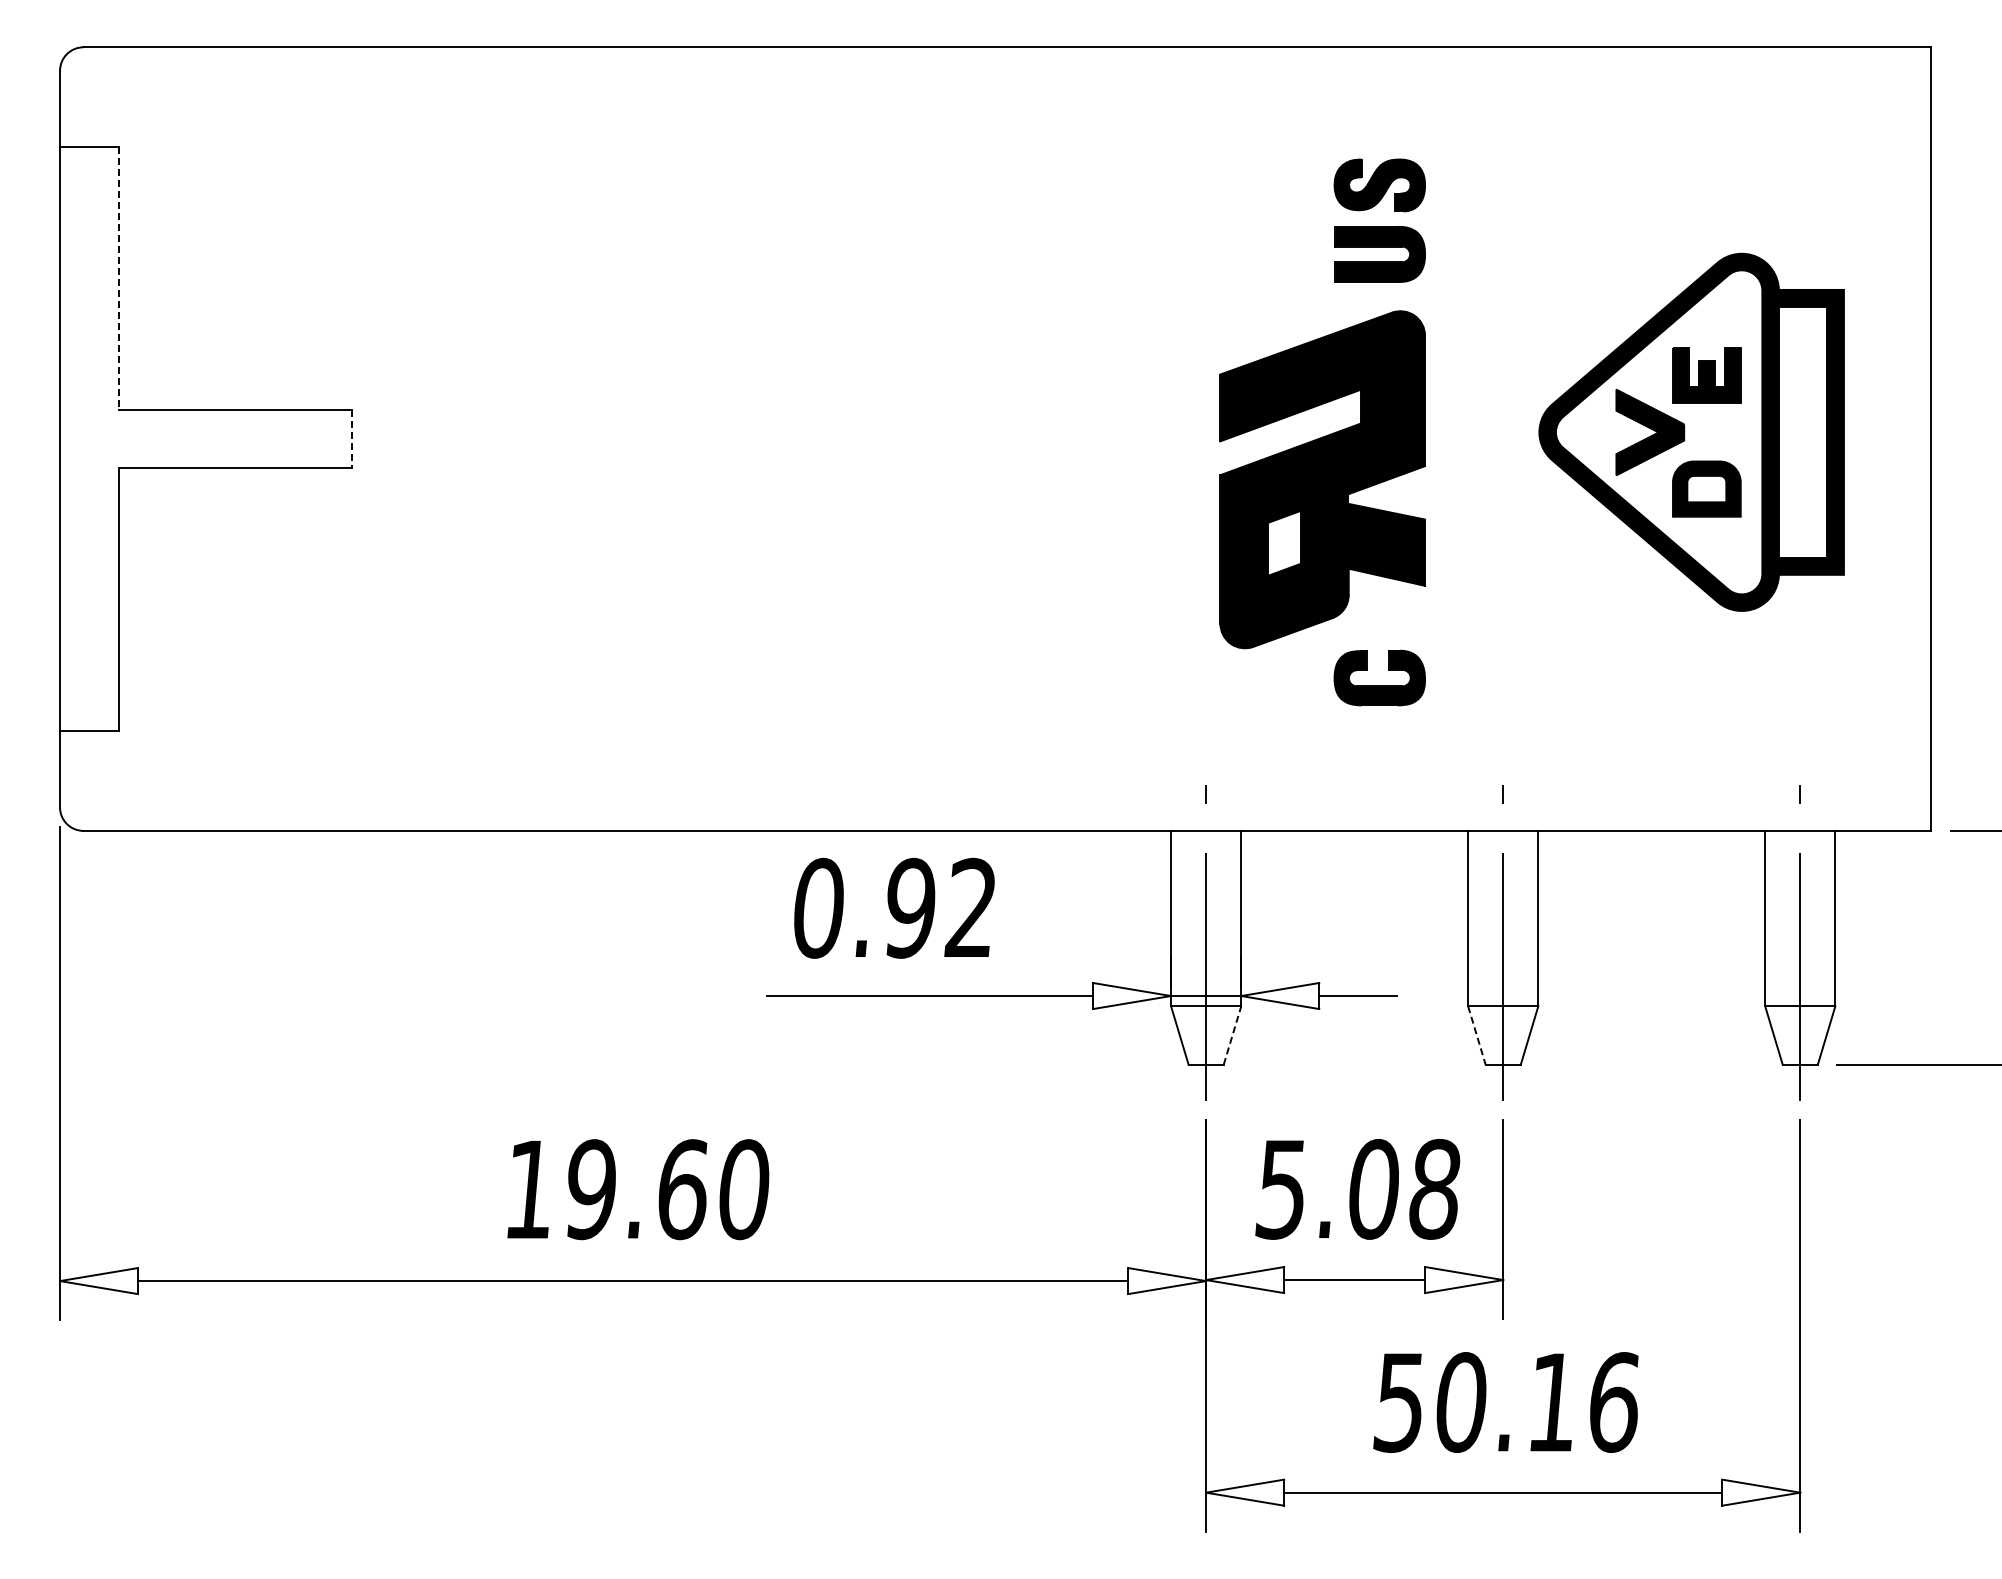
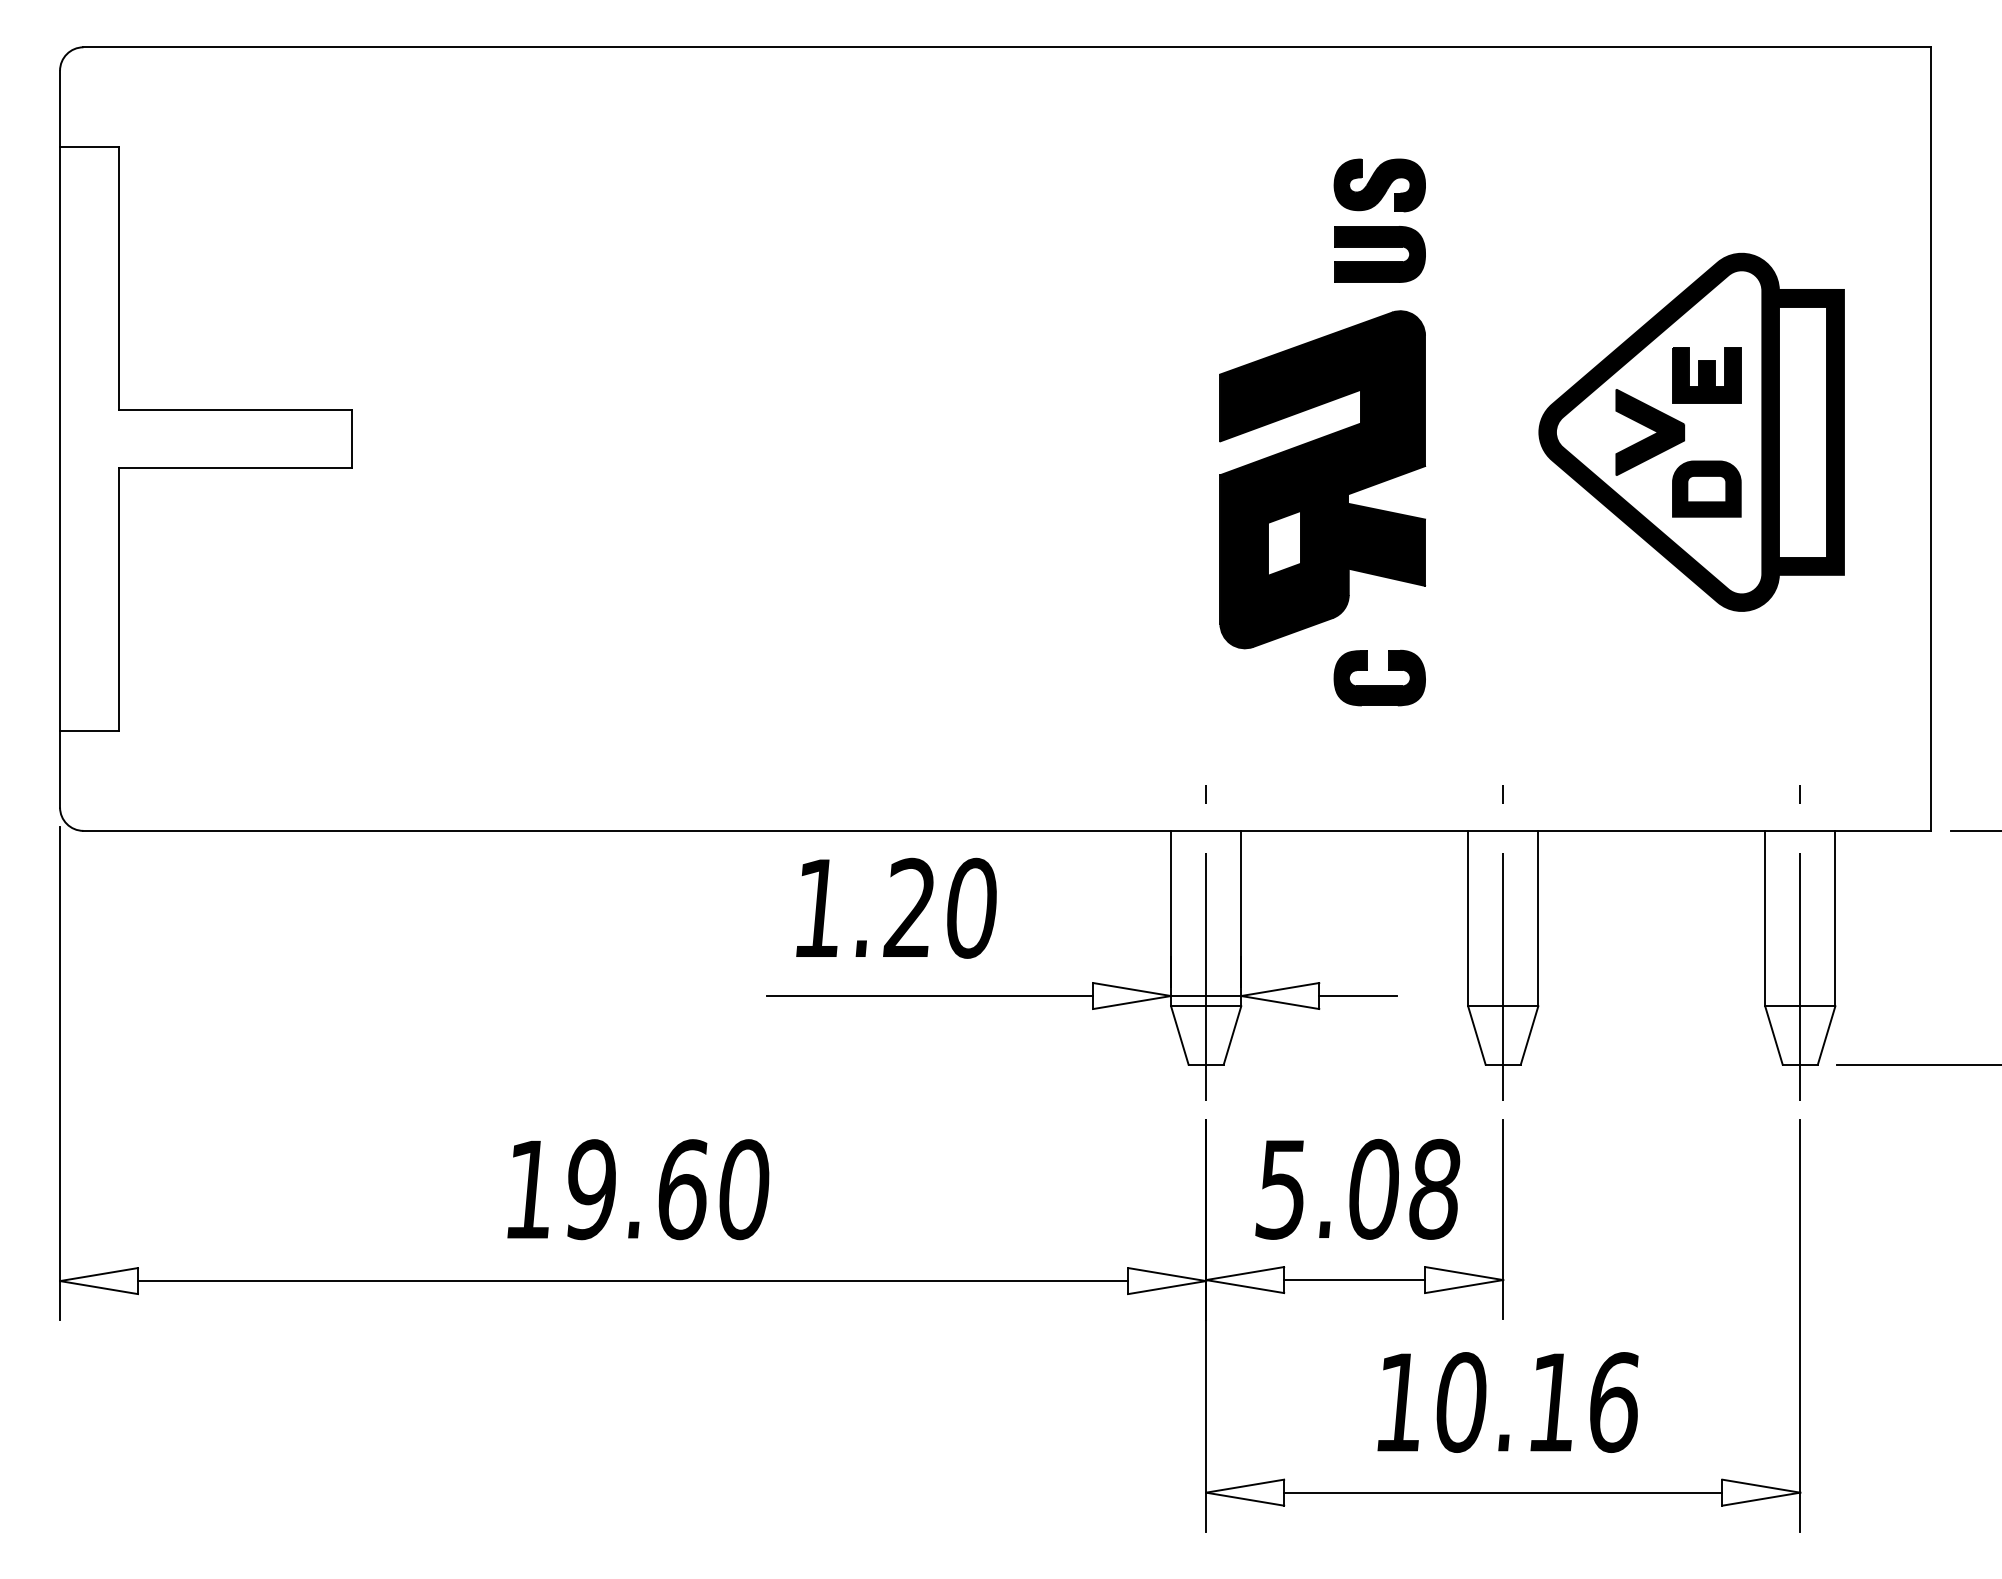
line at (118, 278): dashed -> solid
line at (352, 439): dashed -> solid
text at (895, 907): 0.92 -> 1.20
line at (1232, 1035): dashed -> solid
line at (1476, 1035): dashed -> solid
text at (1397, 1402): 50.16 -> 10.16
